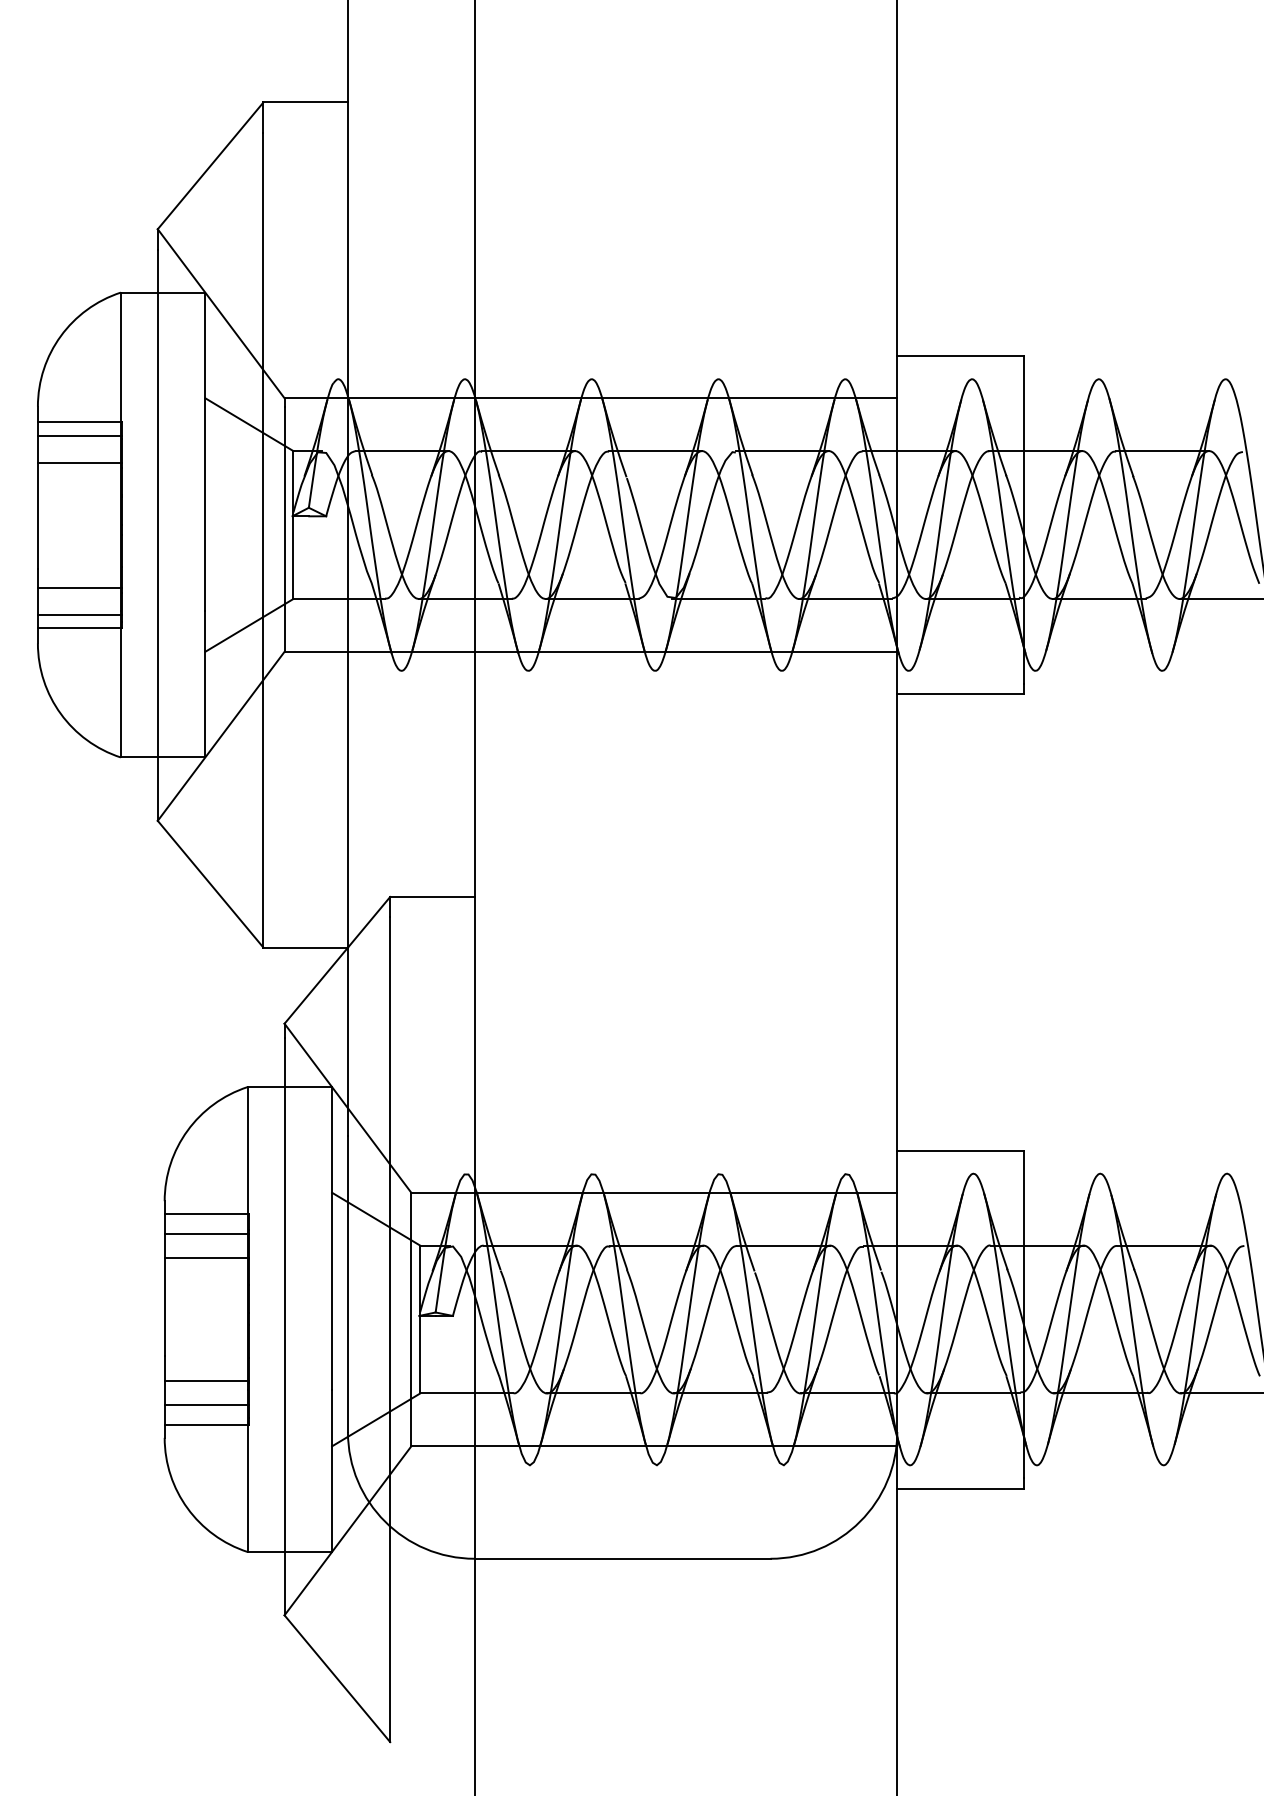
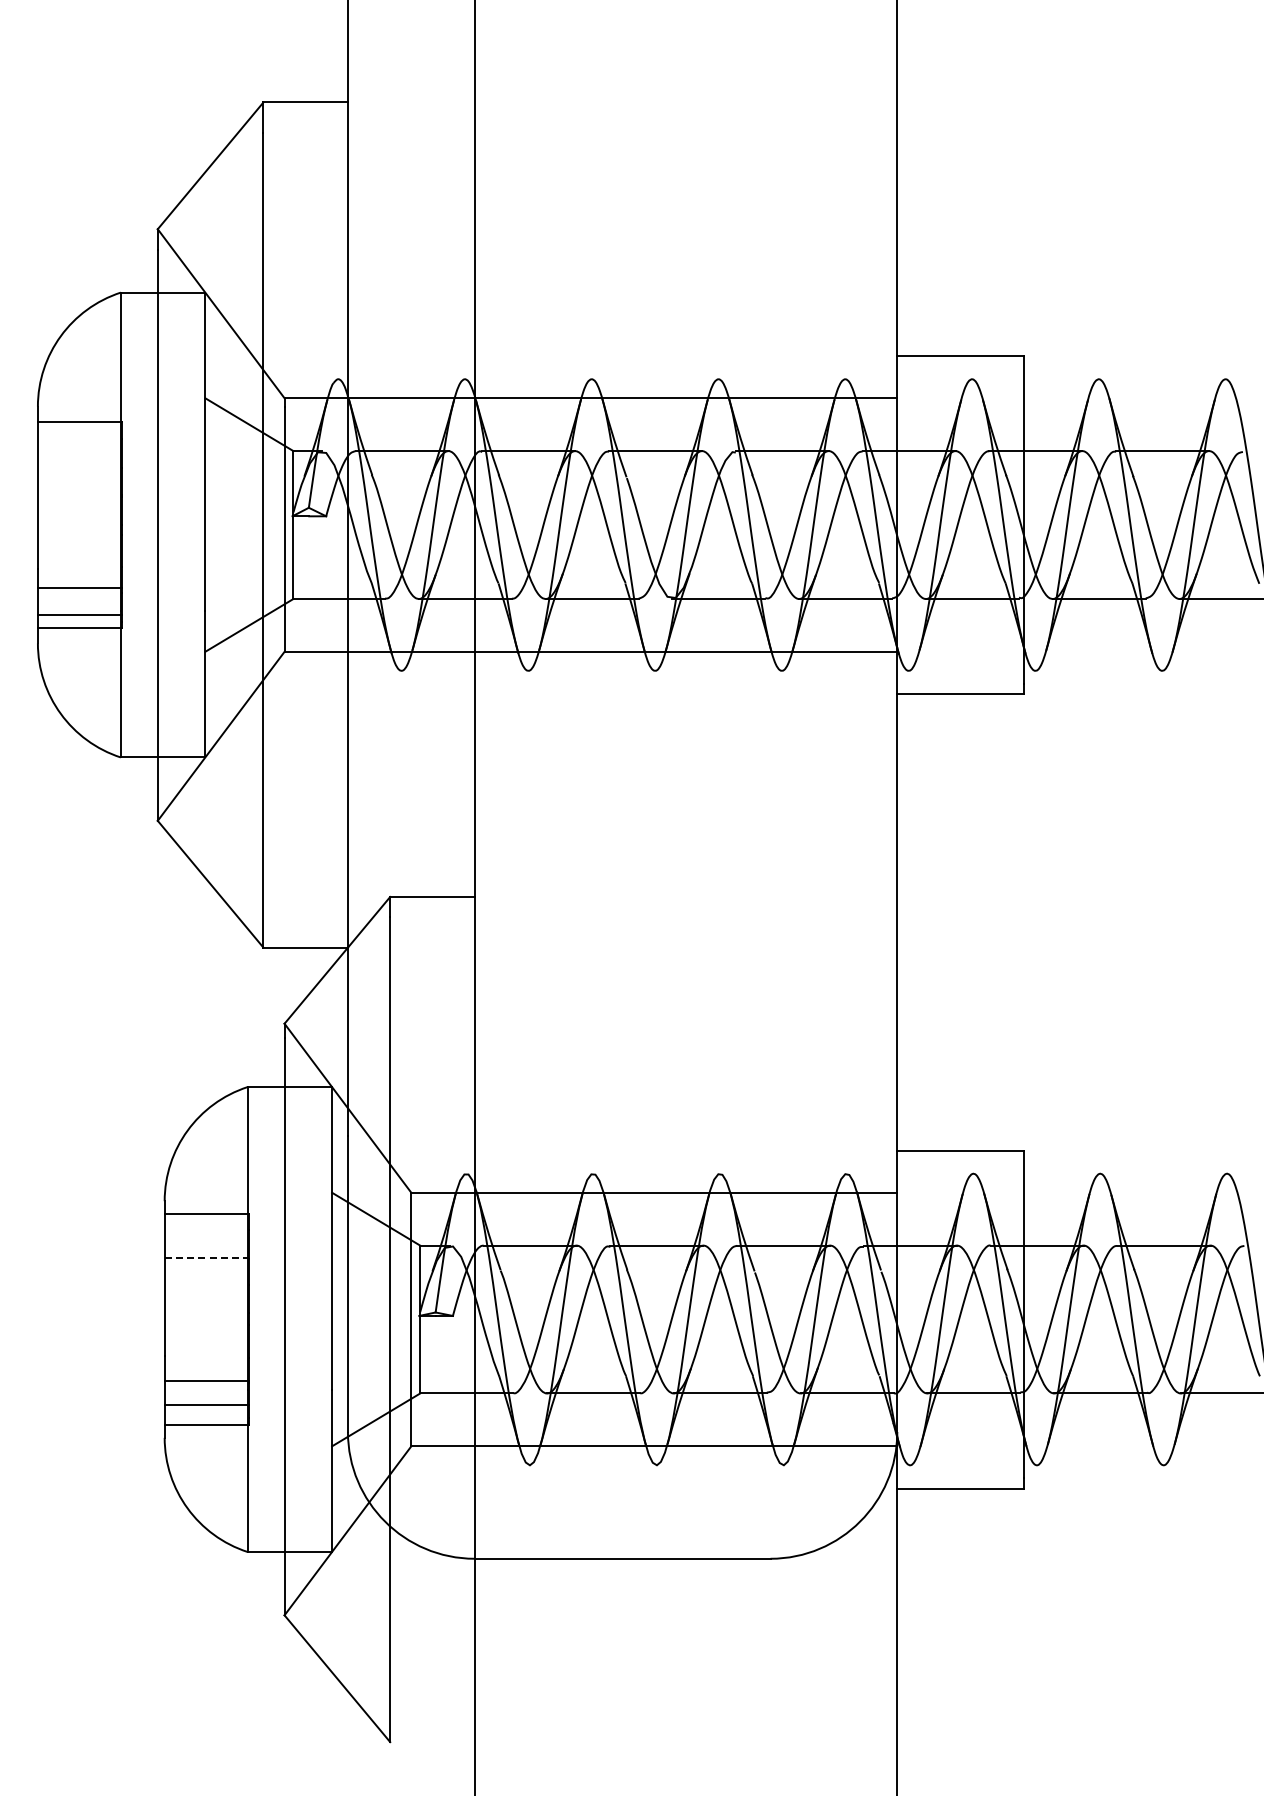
line at (79, 435): present -> none
line at (79, 462): present -> none
line at (206, 1234): present -> none
line at (207, 1258): solid -> dashed
